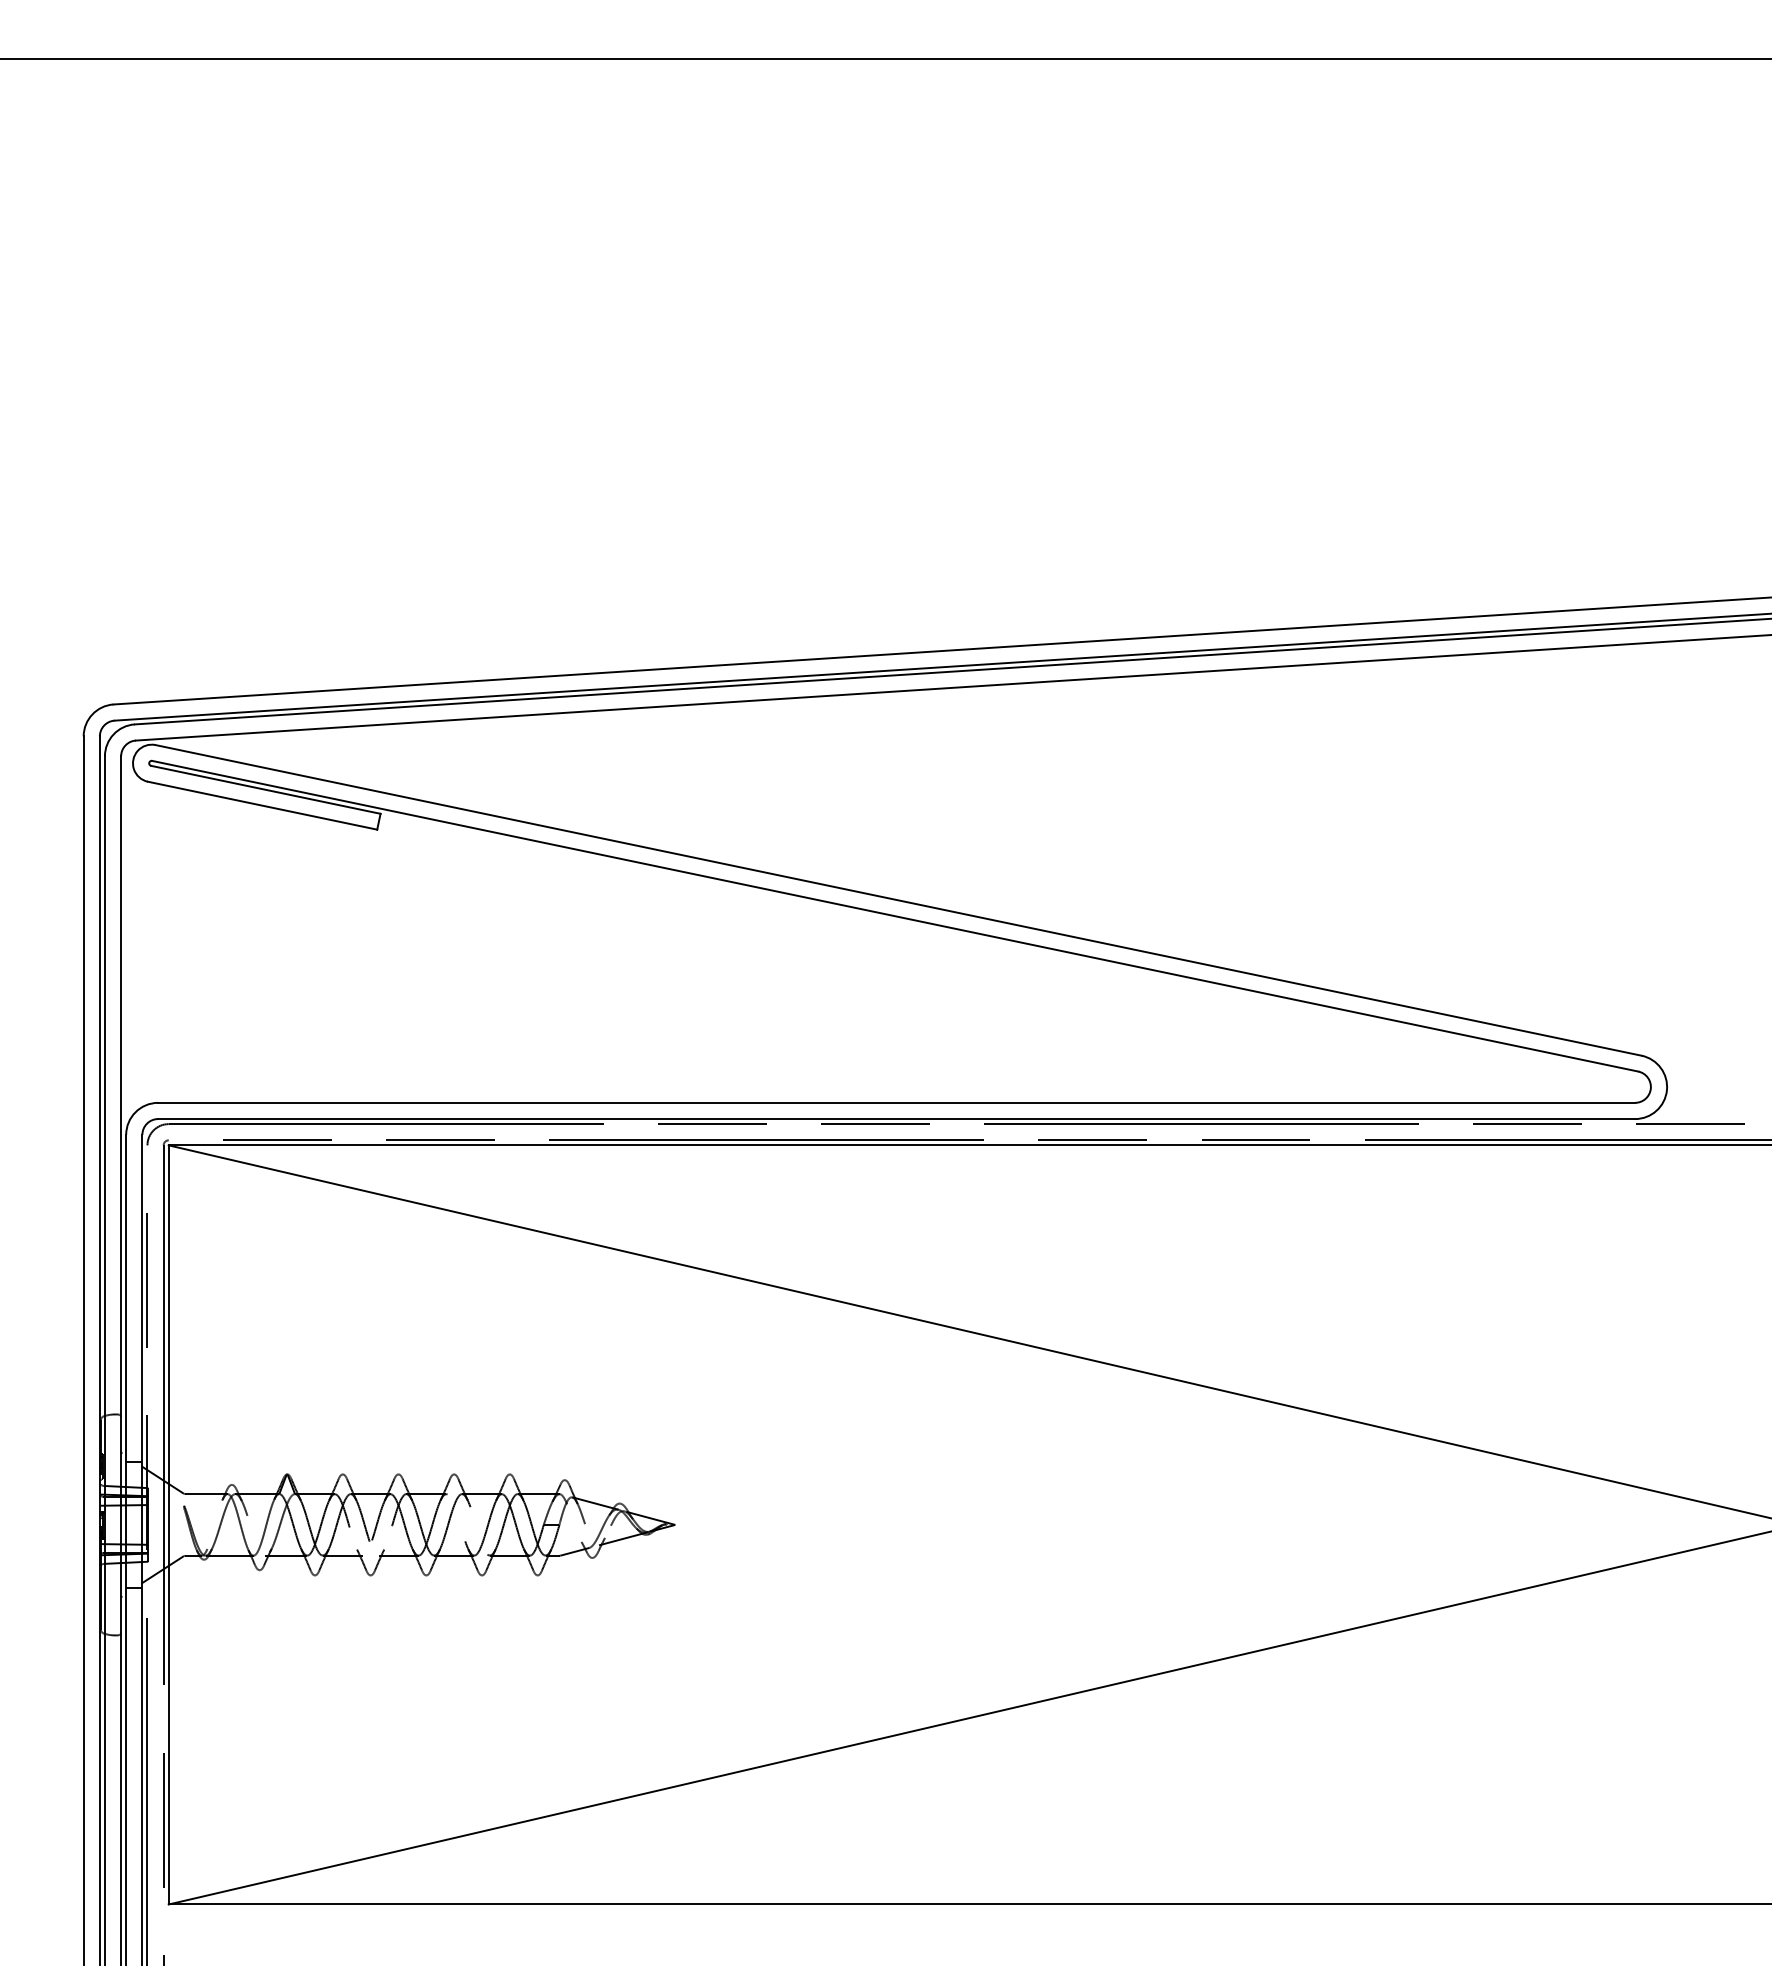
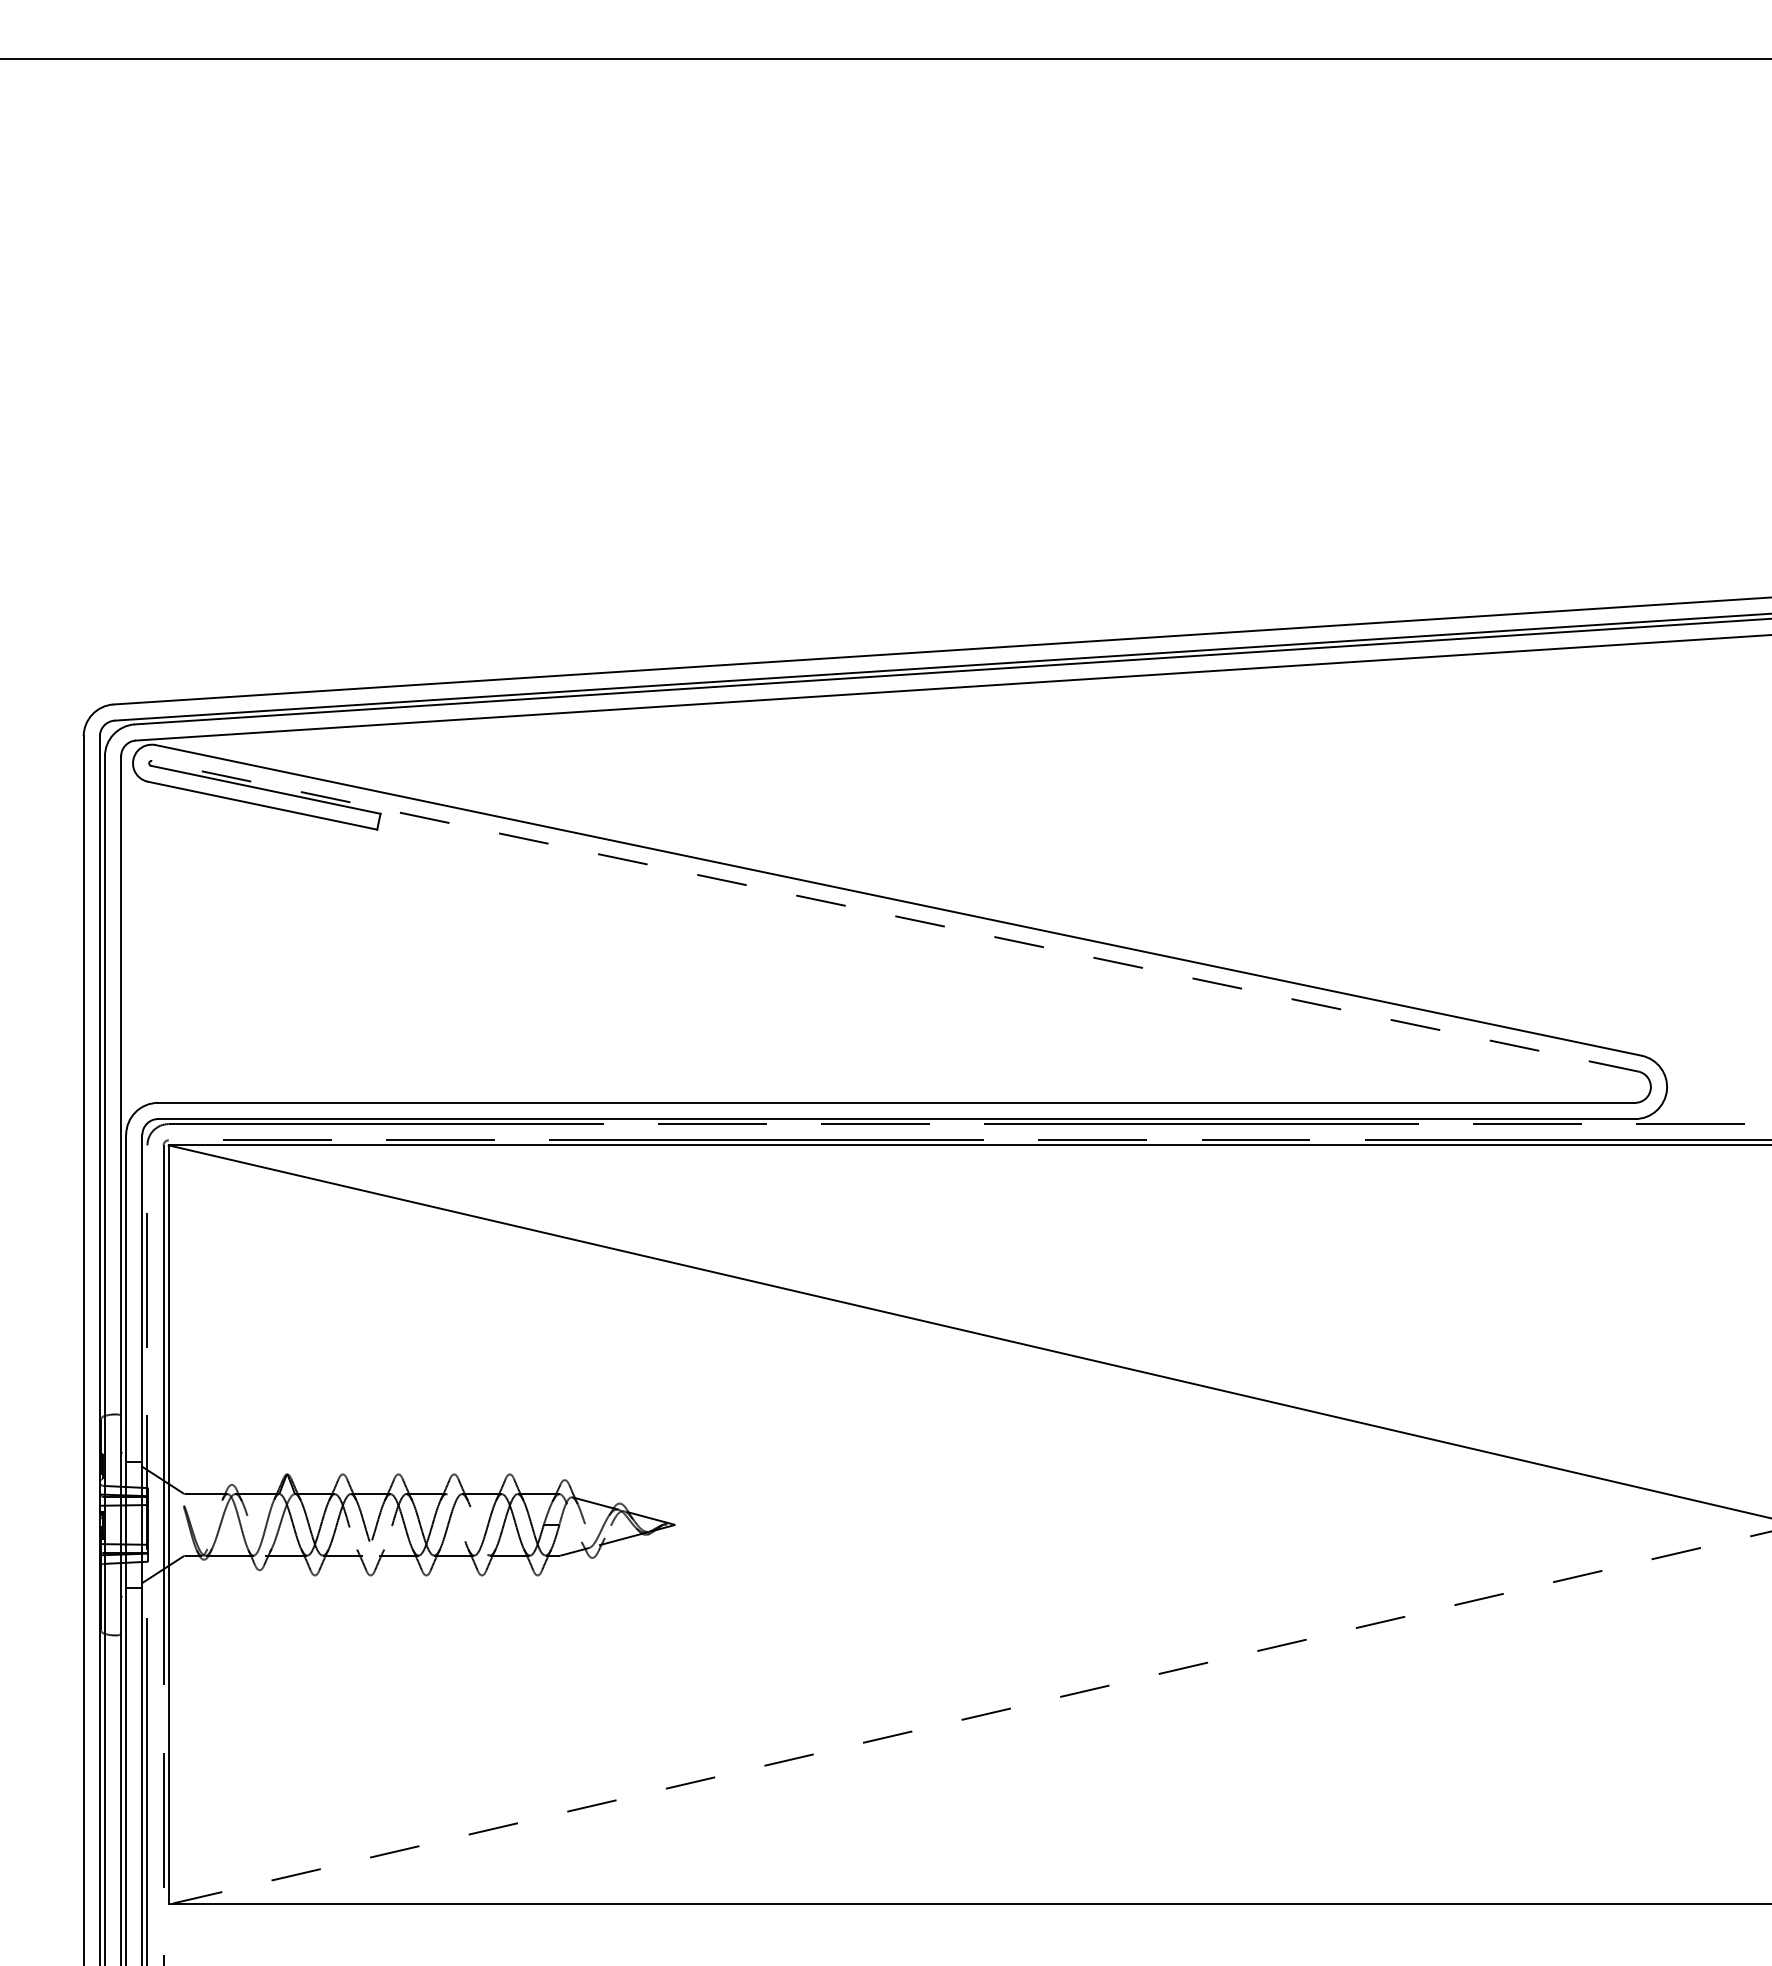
line at (894, 916): solid -> dashed
line at (970, 1717): solid -> dashed
